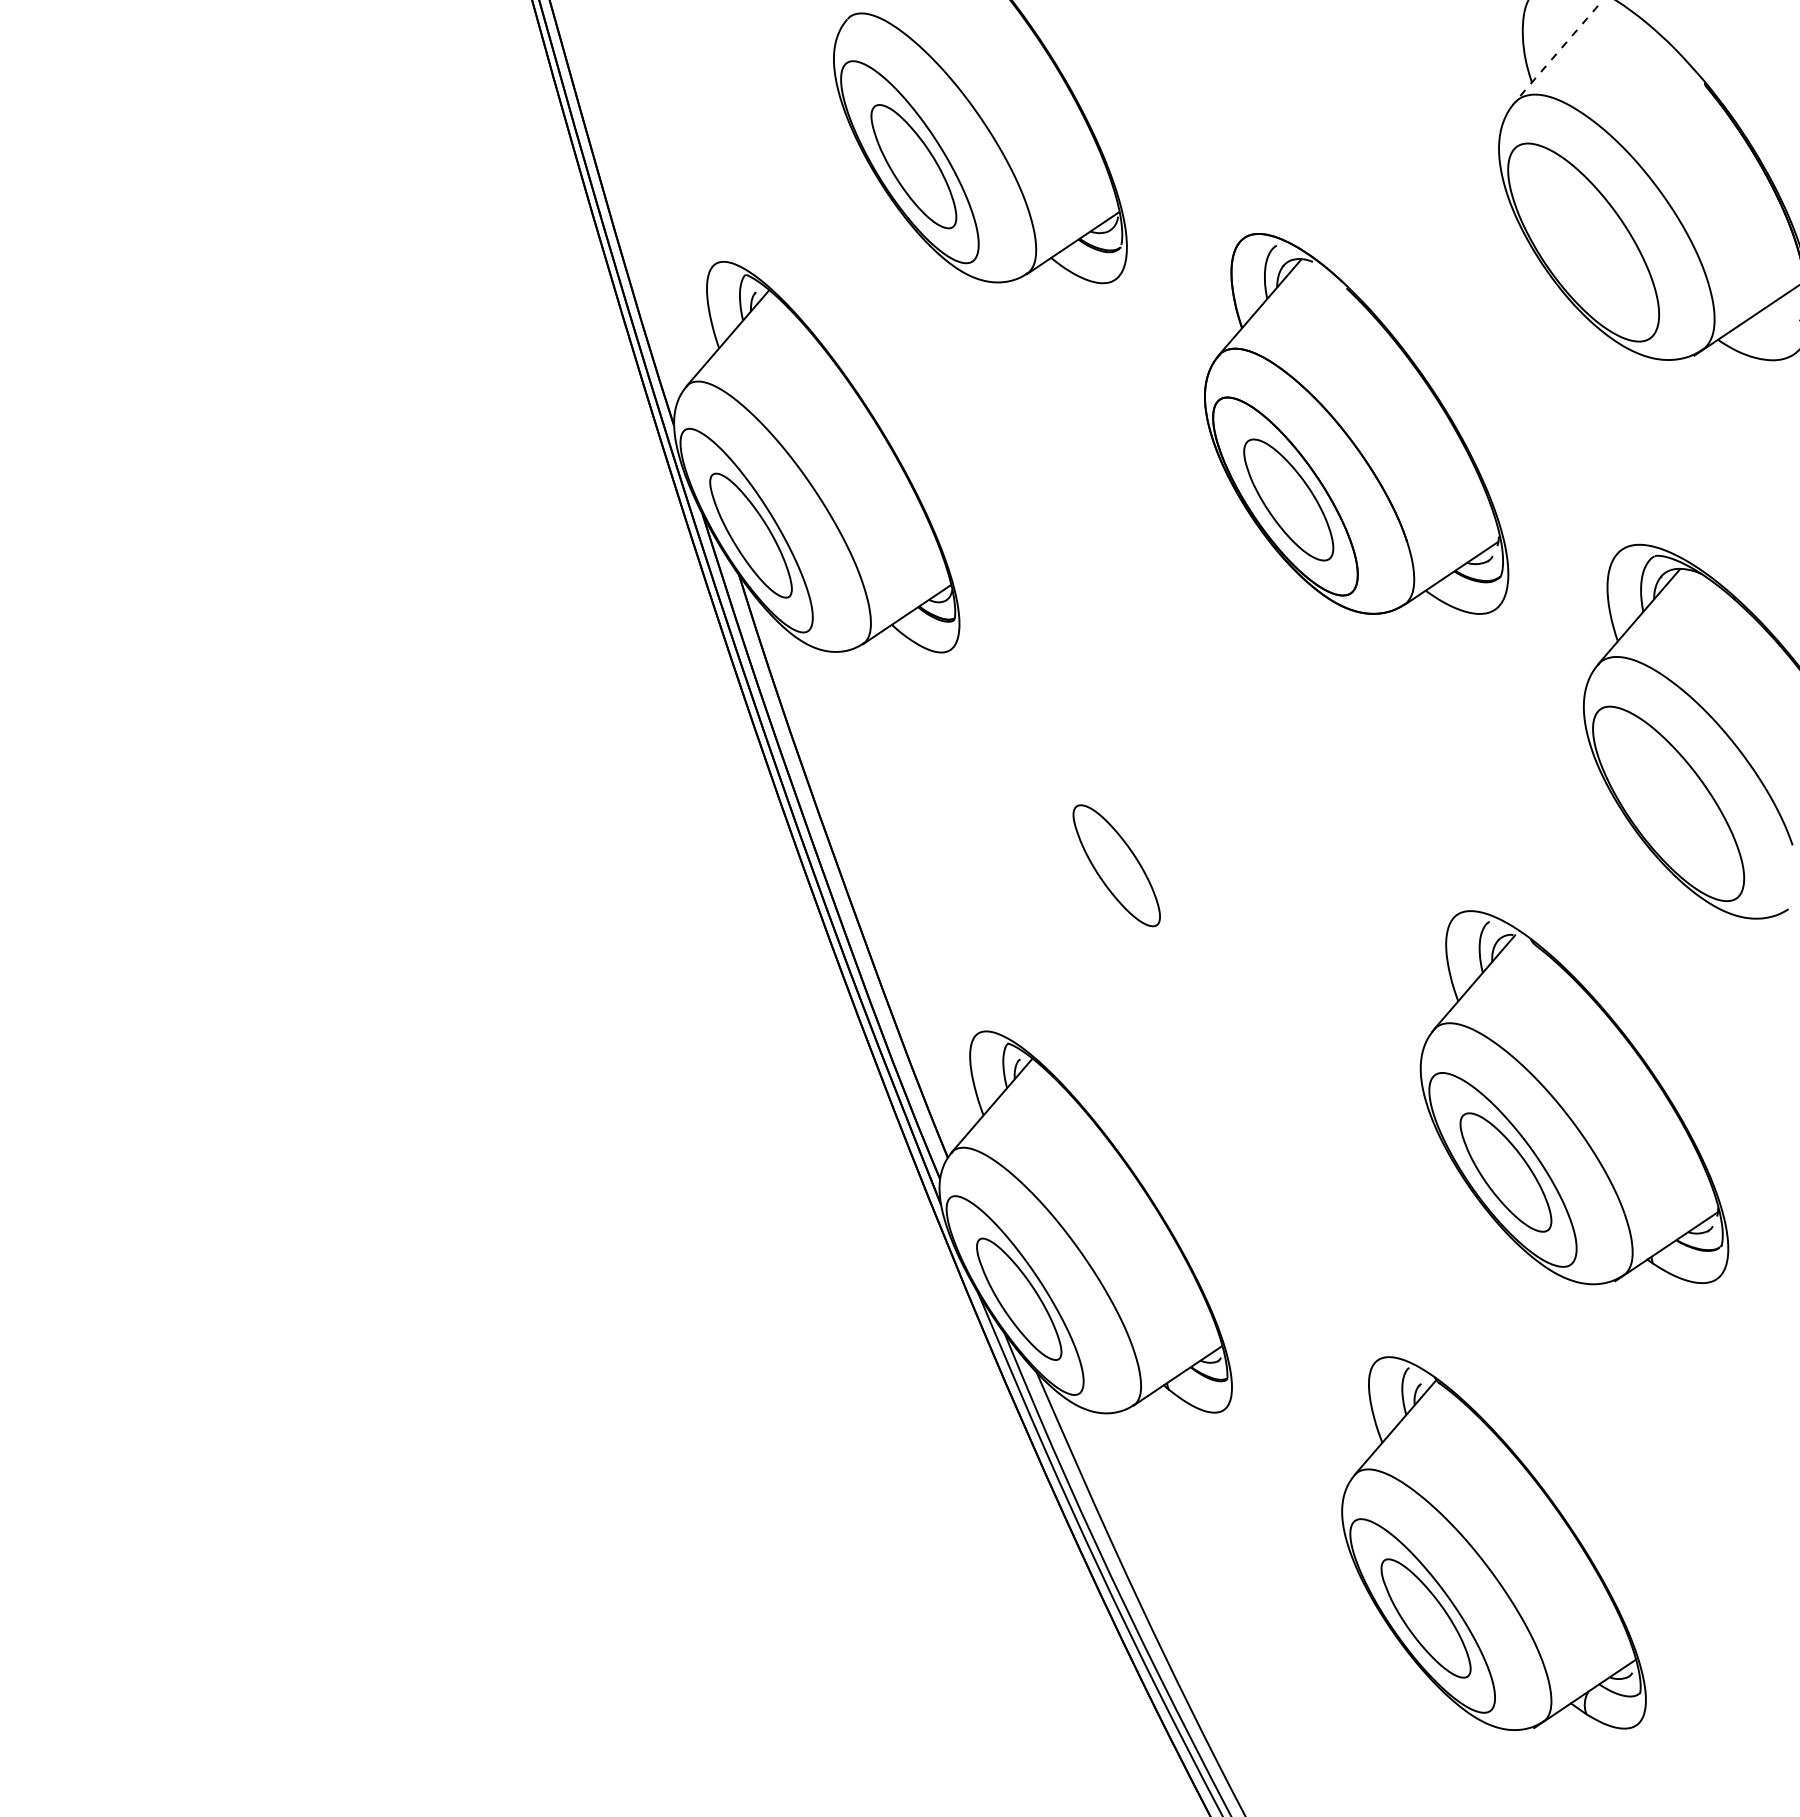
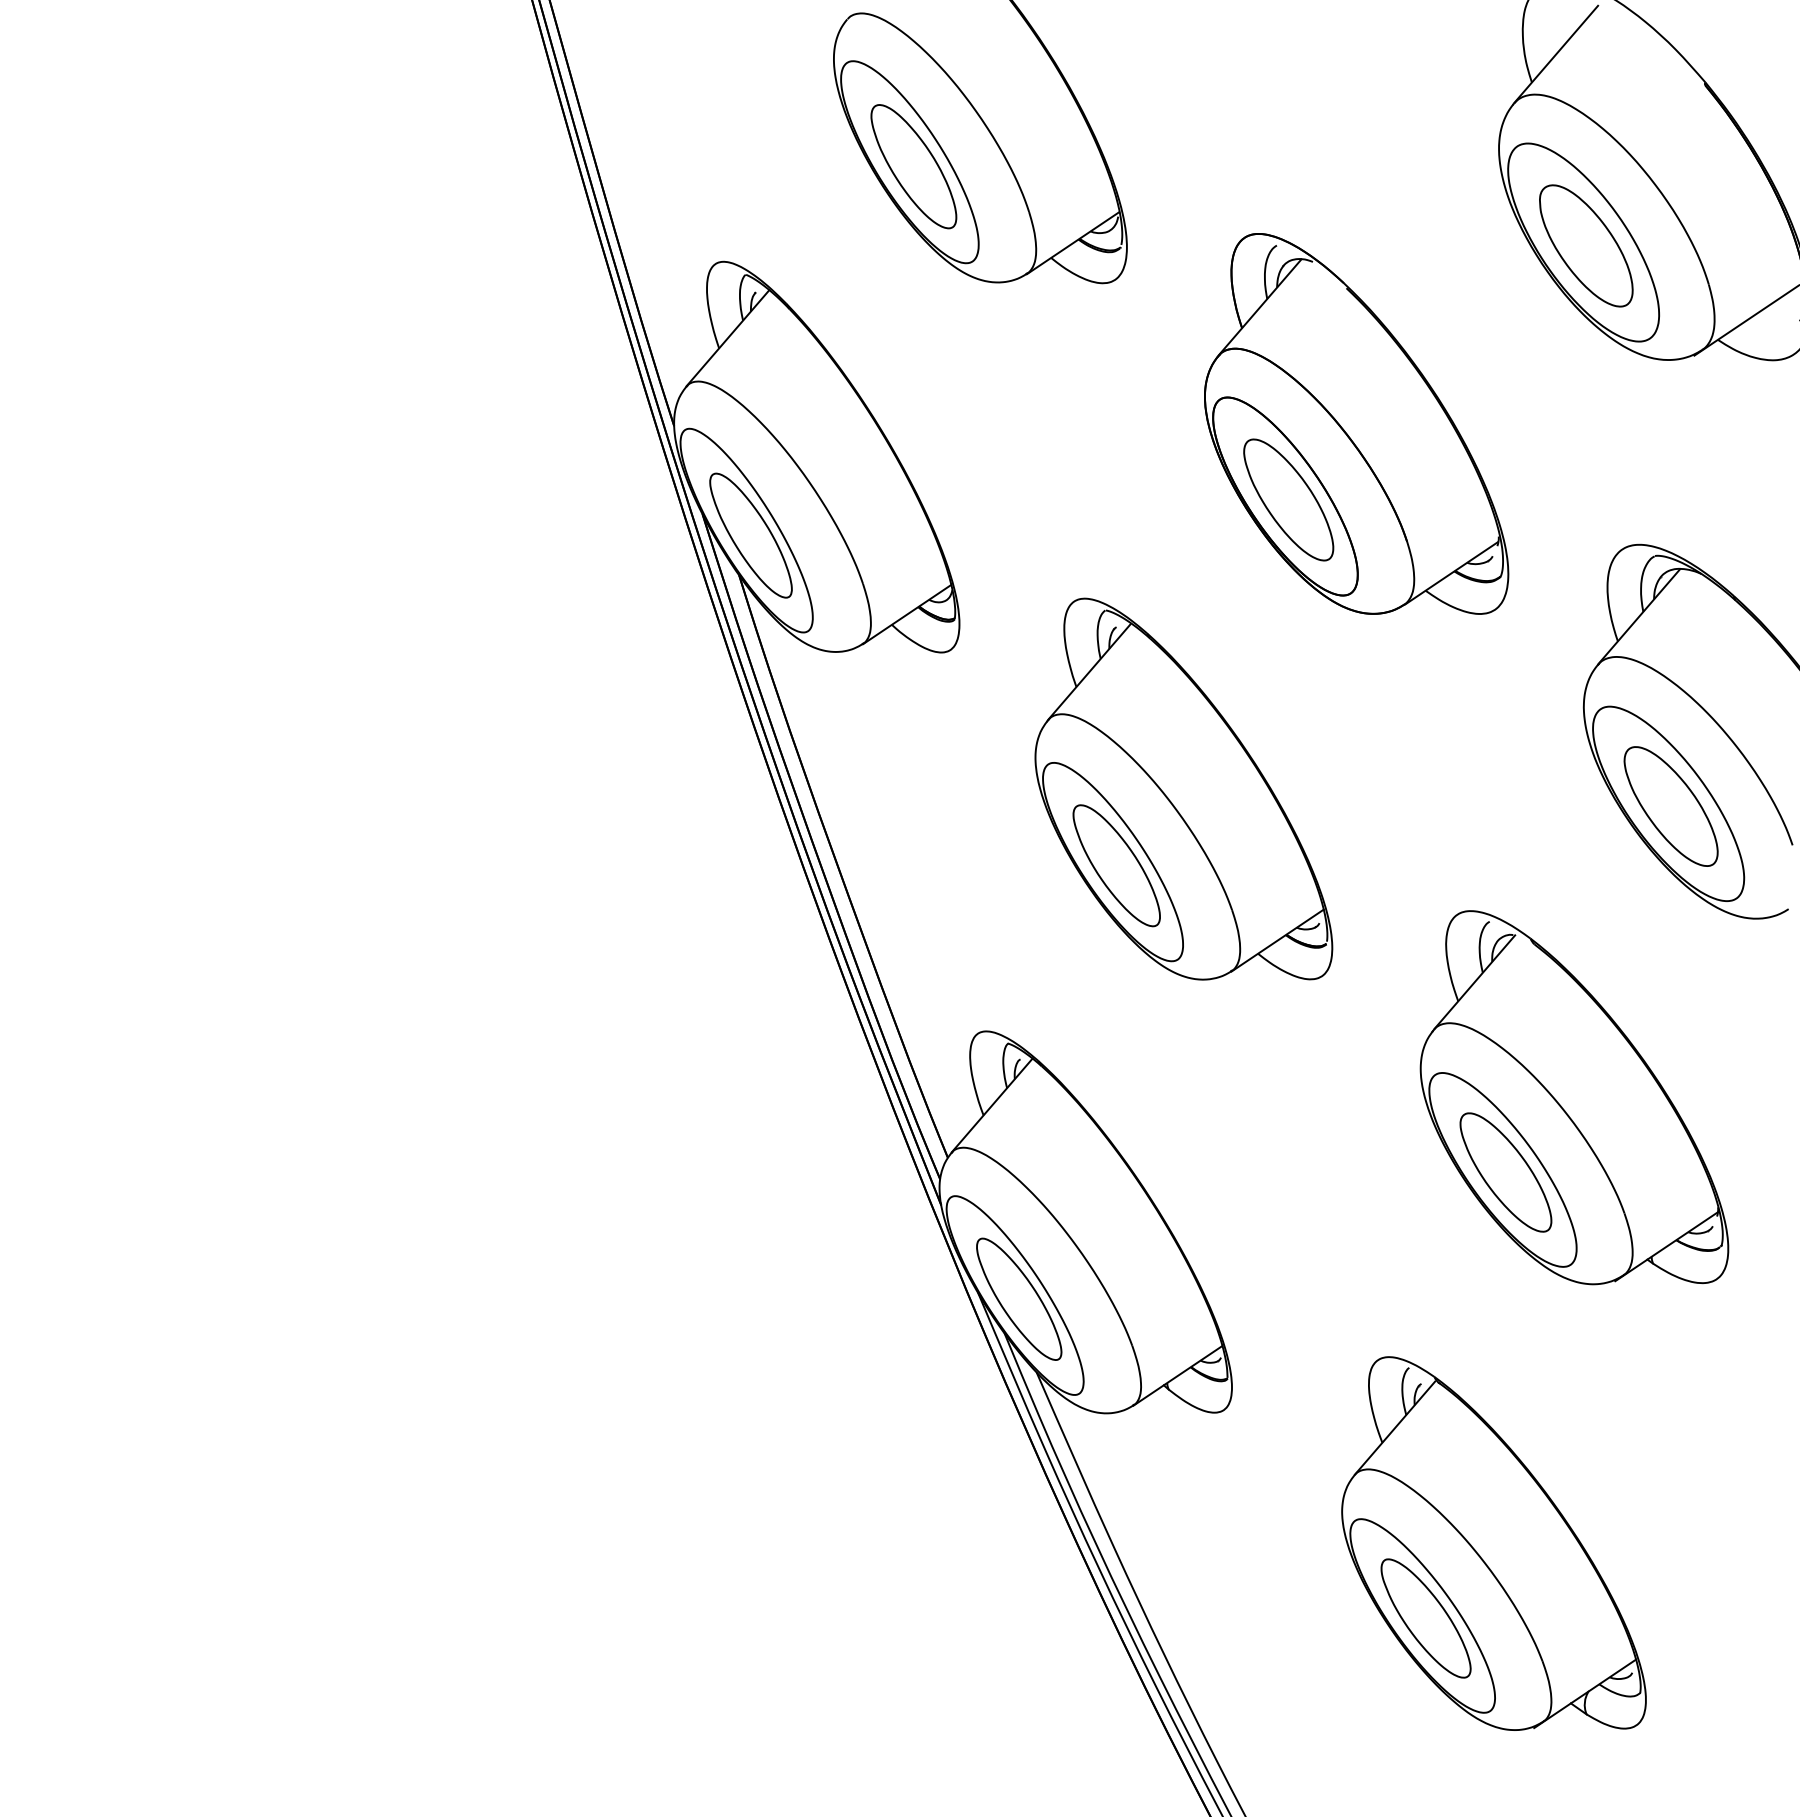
line at (1556, 54): dashed -> solid
part at (1586, 245): none -> present
part at (1183, 788): none -> present
part at (1670, 806): none -> present
